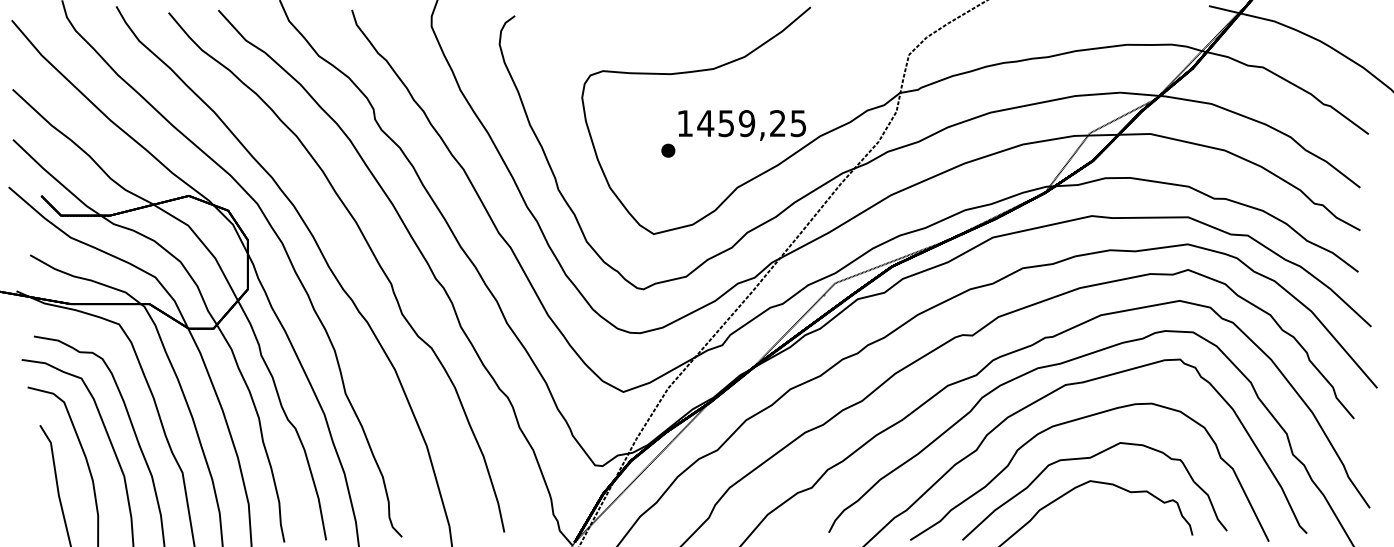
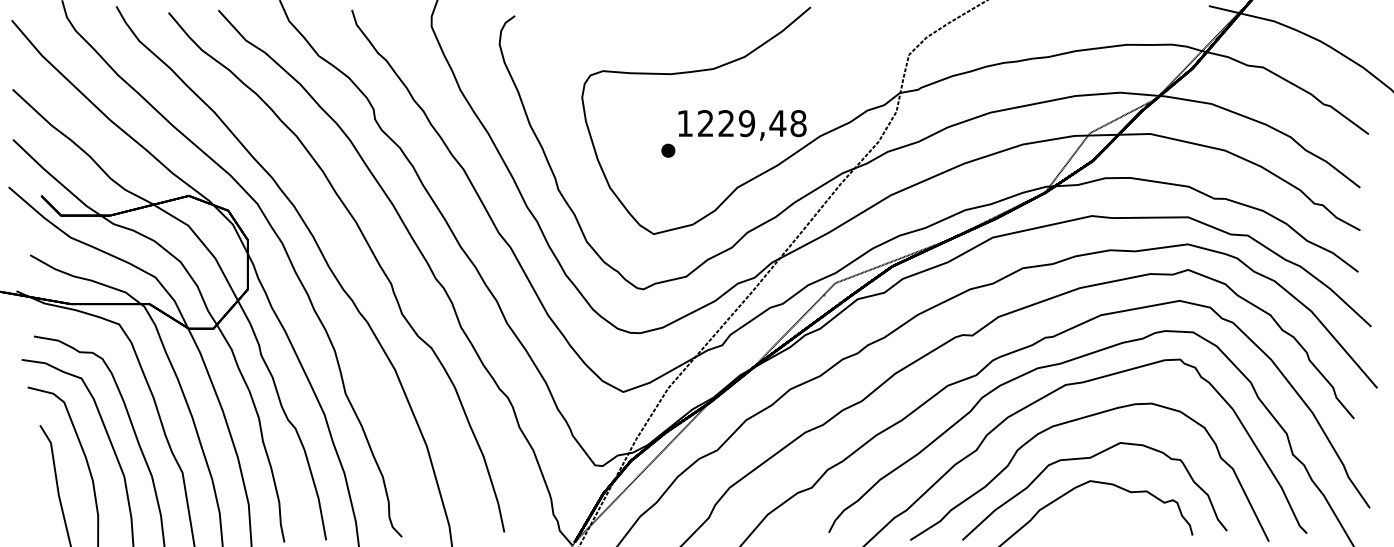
text at (751, 123): 1459,25 -> 1229,48
